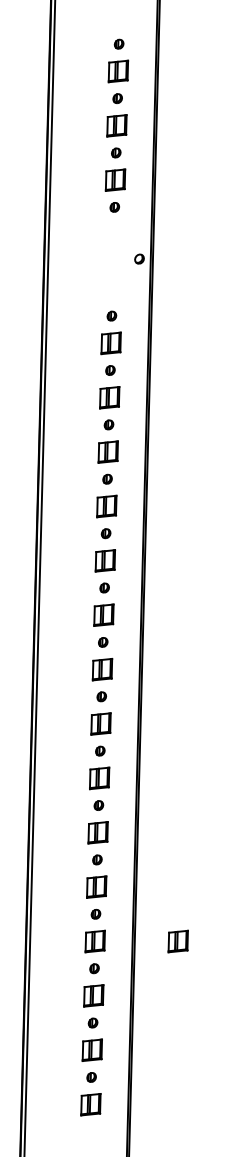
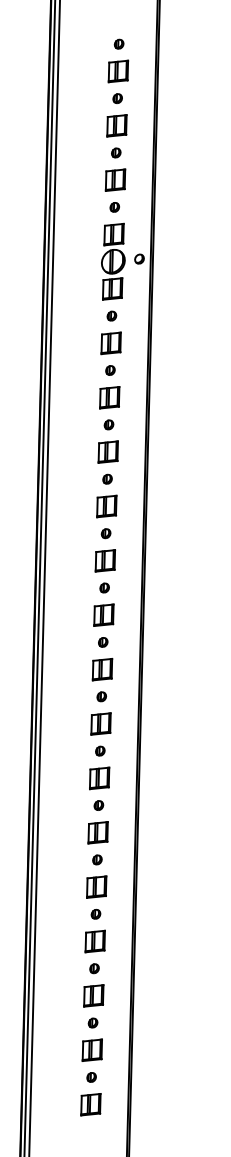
part at (113, 261): none -> present
line at (44, 577): none -> present
part at (177, 941): present -> none
